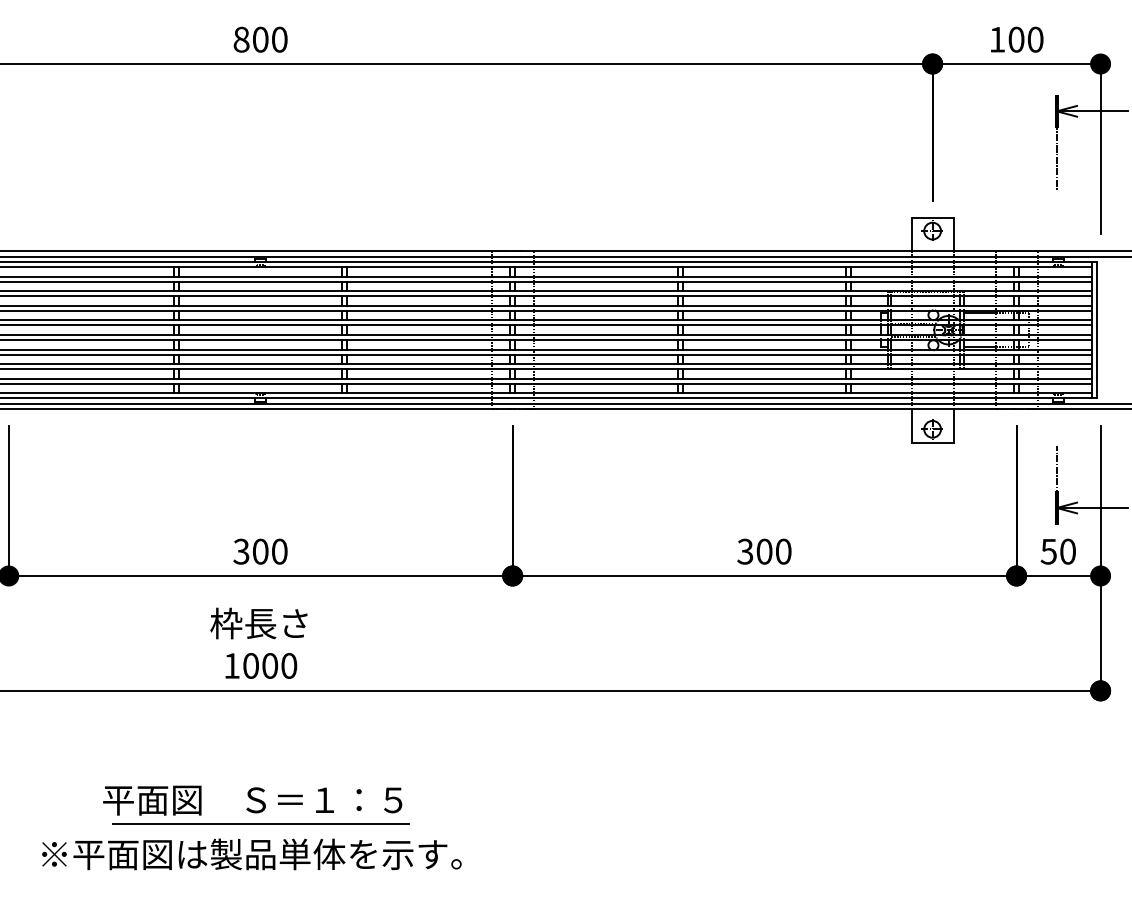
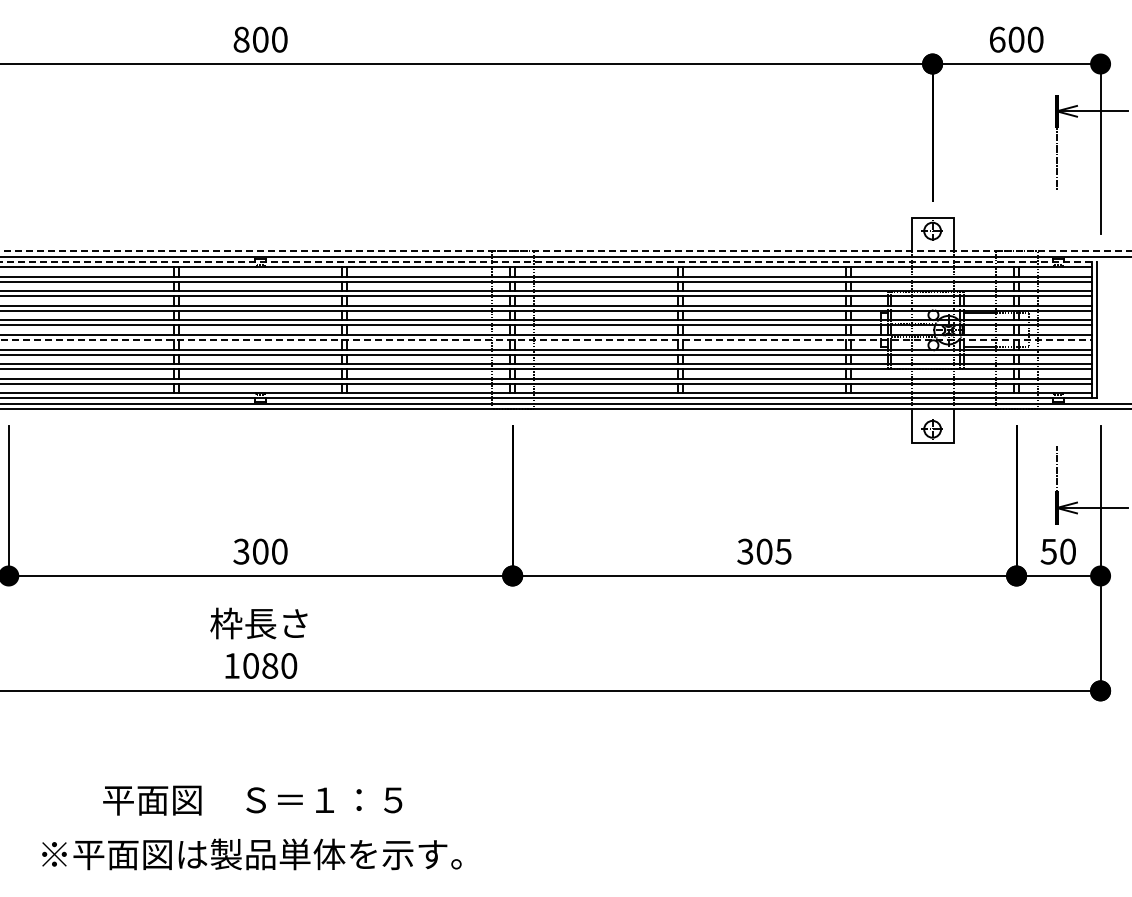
text at (997, 39): 100 -> 600
line at (566, 251): solid -> dashed
line at (549, 261): solid -> dashed
line at (546, 340): solid -> dashed
text at (783, 551): 300 -> 305
text at (270, 665): 1000 -> 1080
line at (260, 824): present -> none
